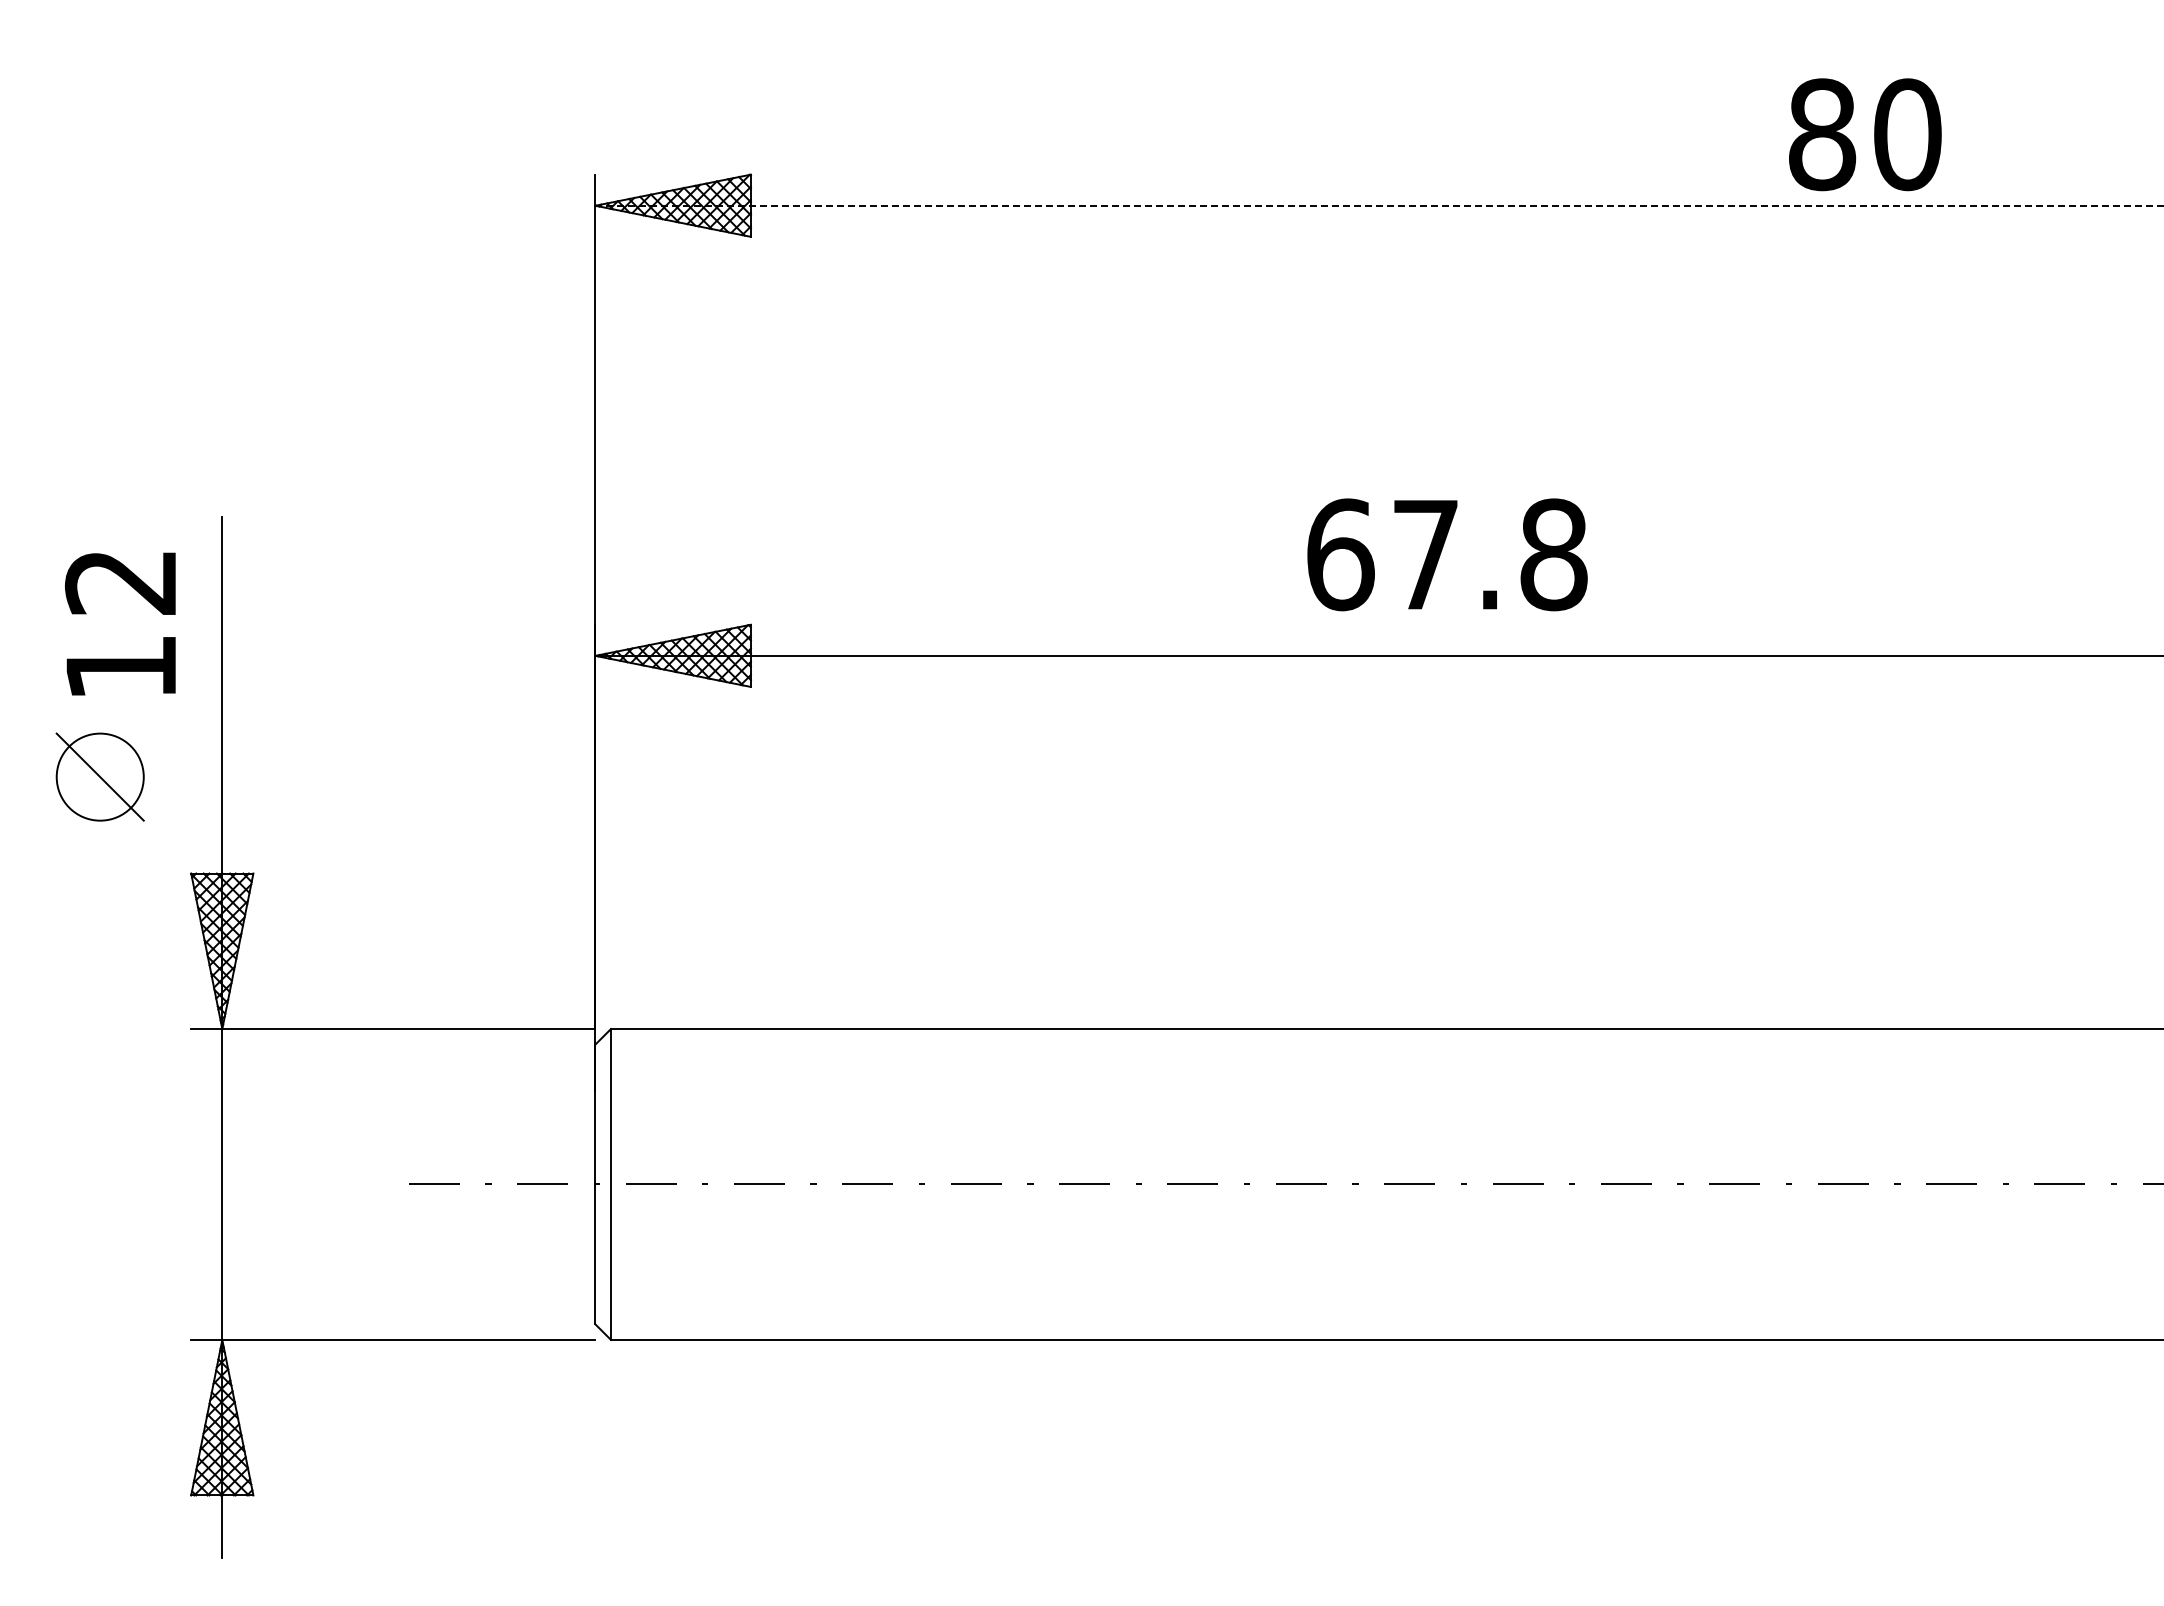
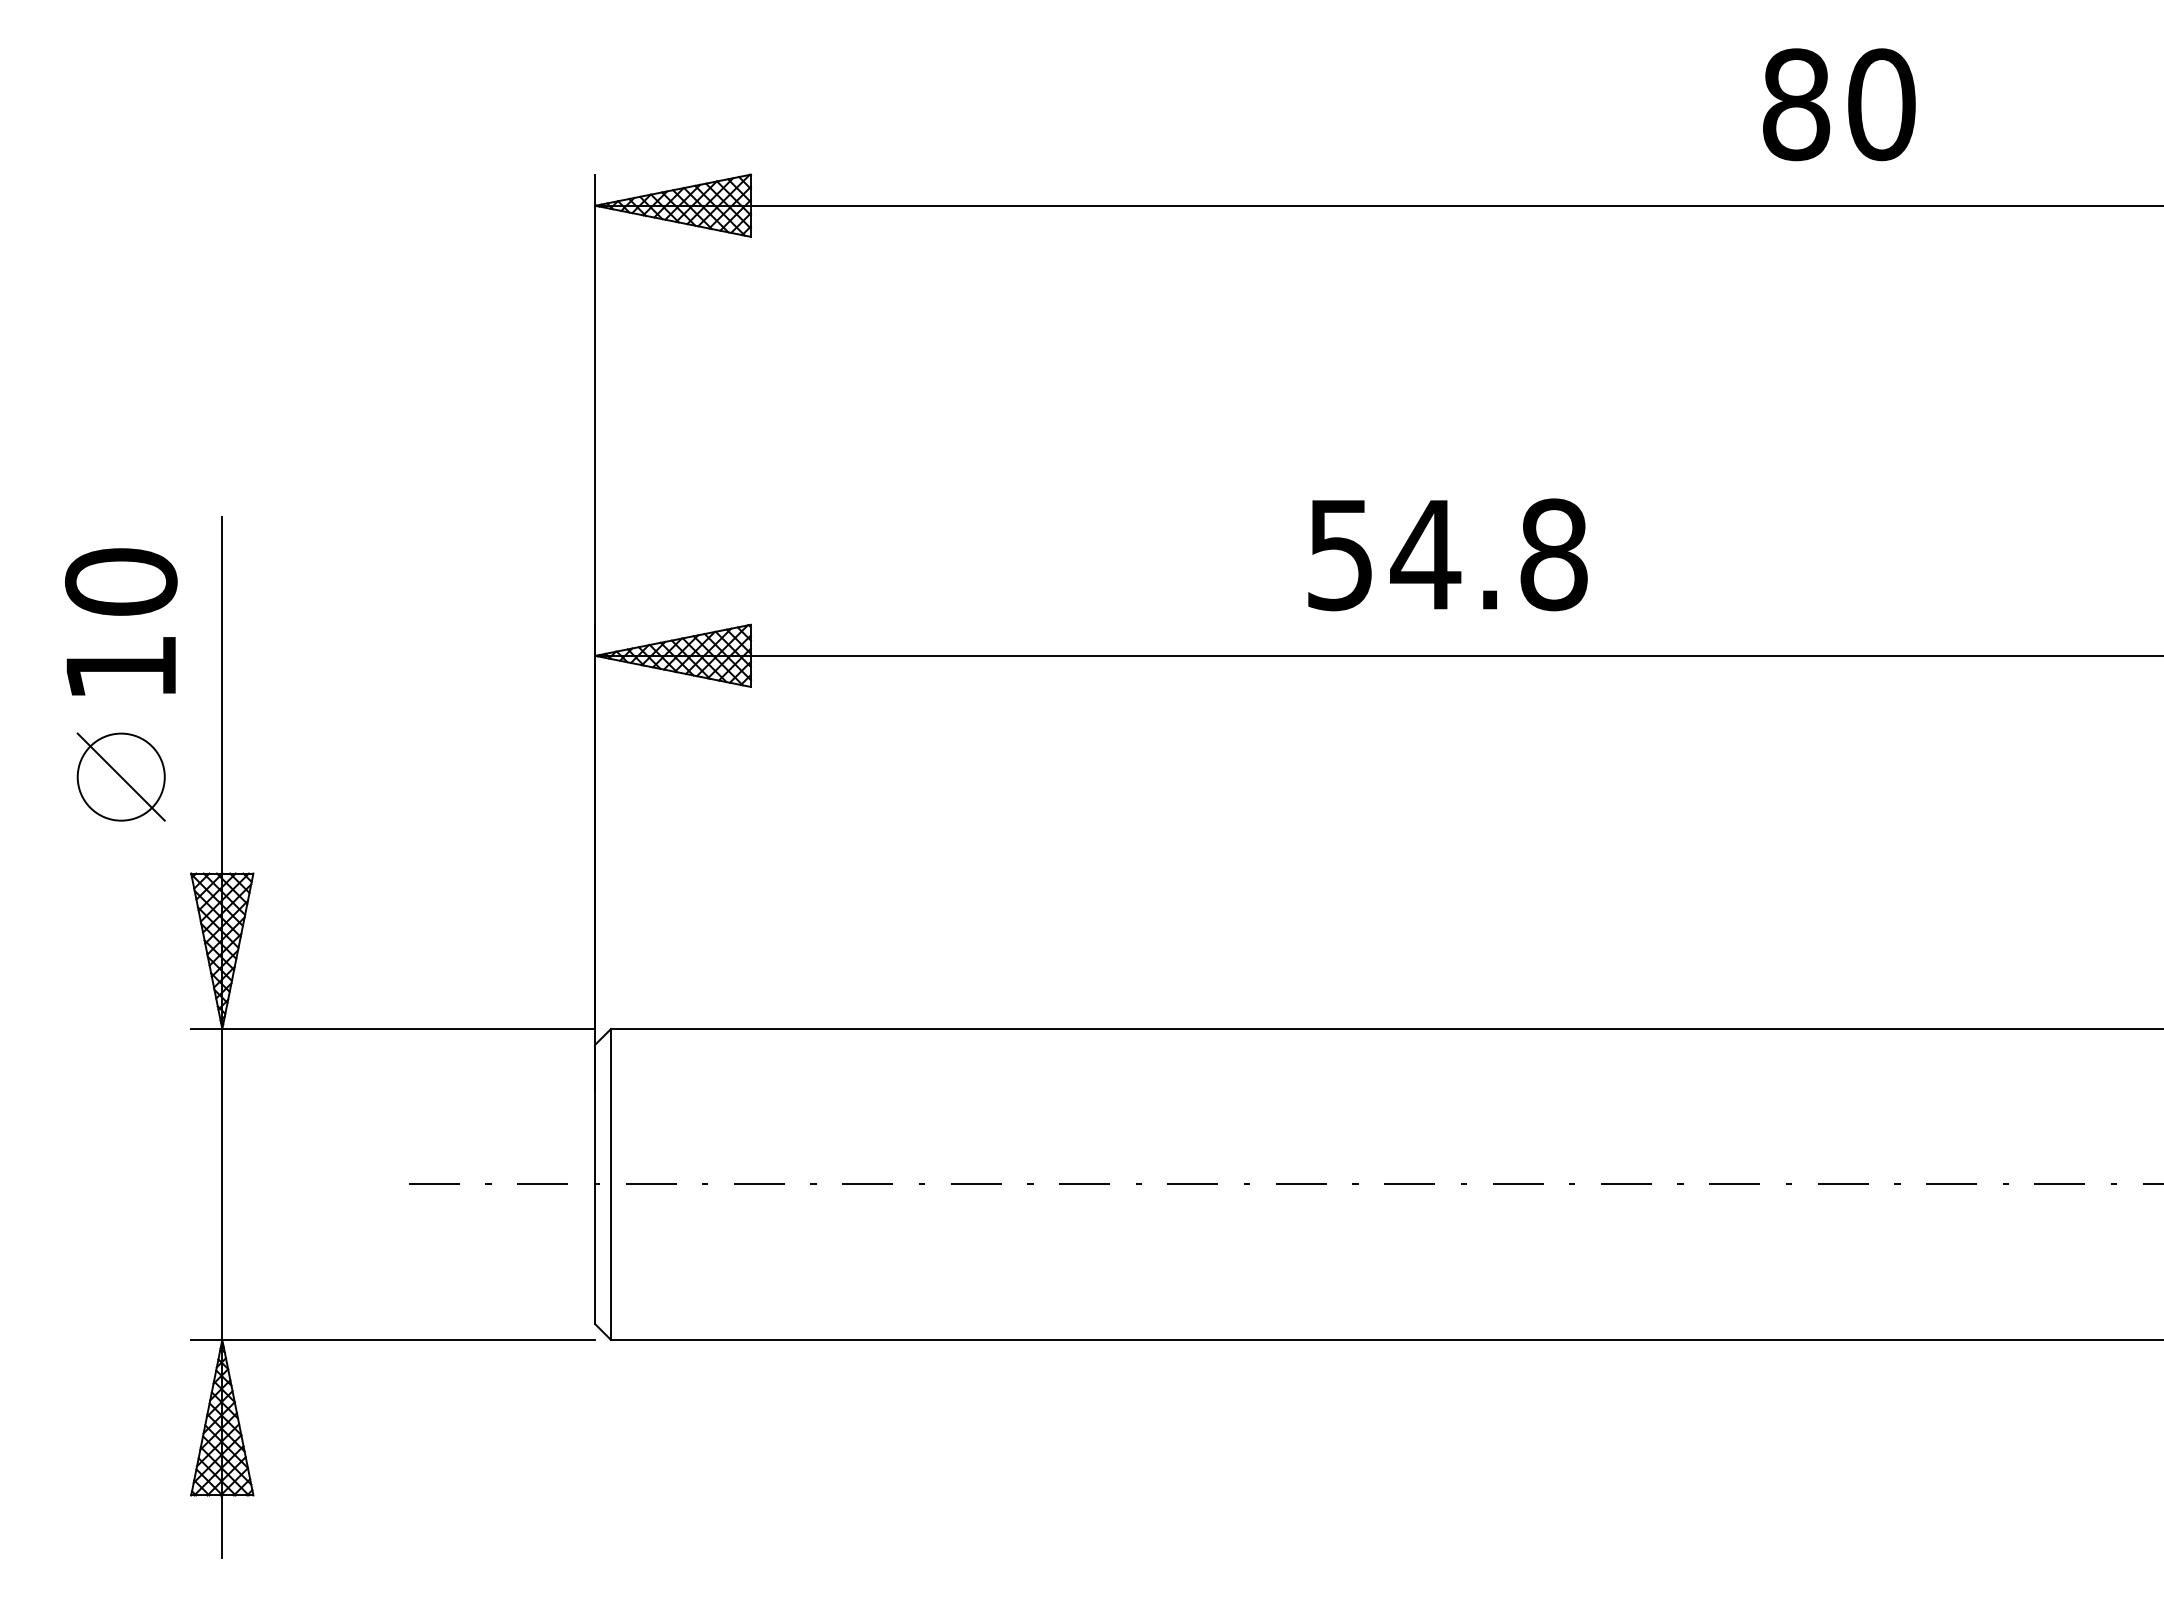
text at (1865, 134) position: (1865, 134) -> (1839, 104)
line at (1379, 205): dashed -> solid
text at (1384, 554): 67.8 -> 54.8
text at (120, 581): 12 -> 10
part at (99, 776) position: (99, 776) -> (120, 776)
